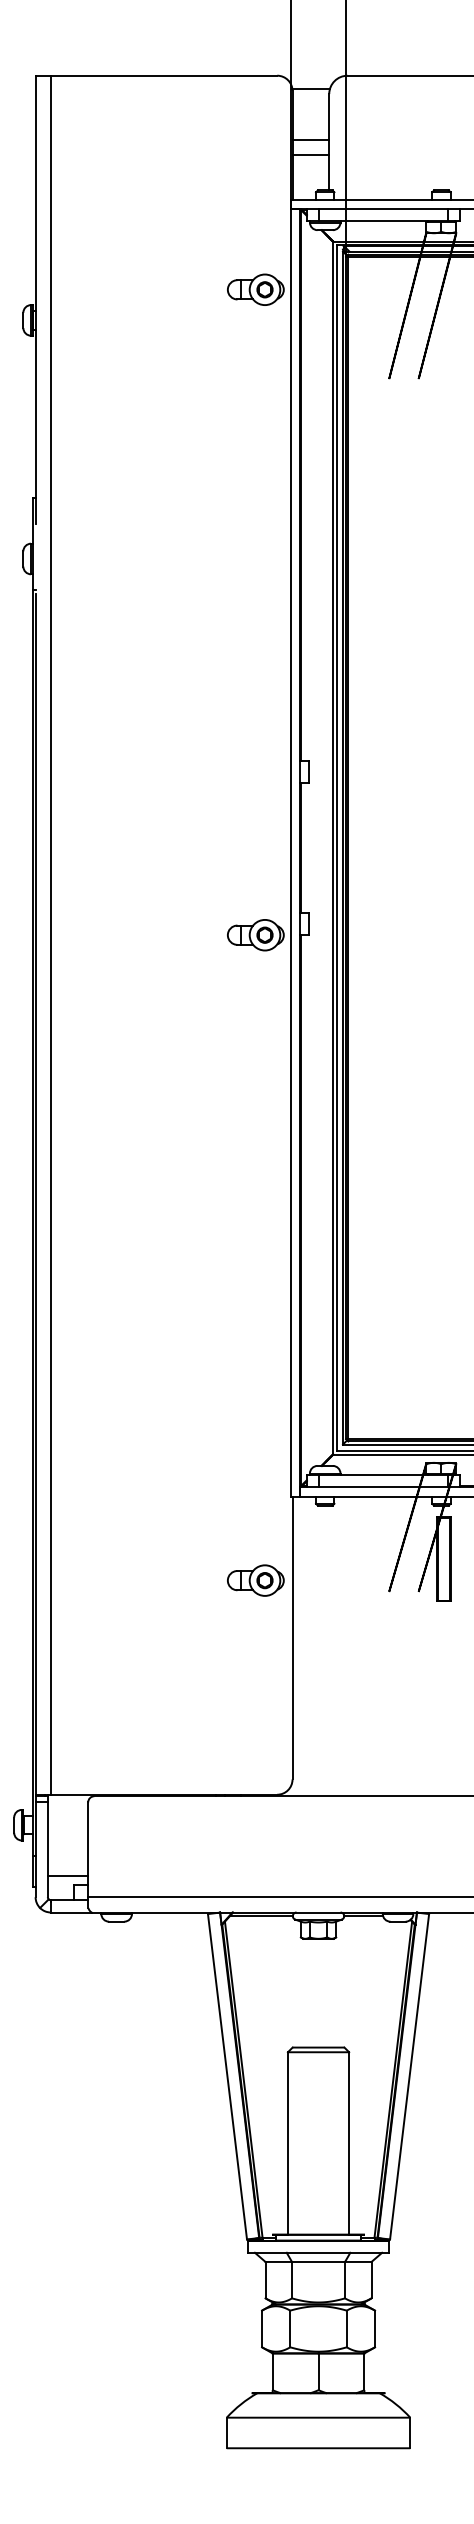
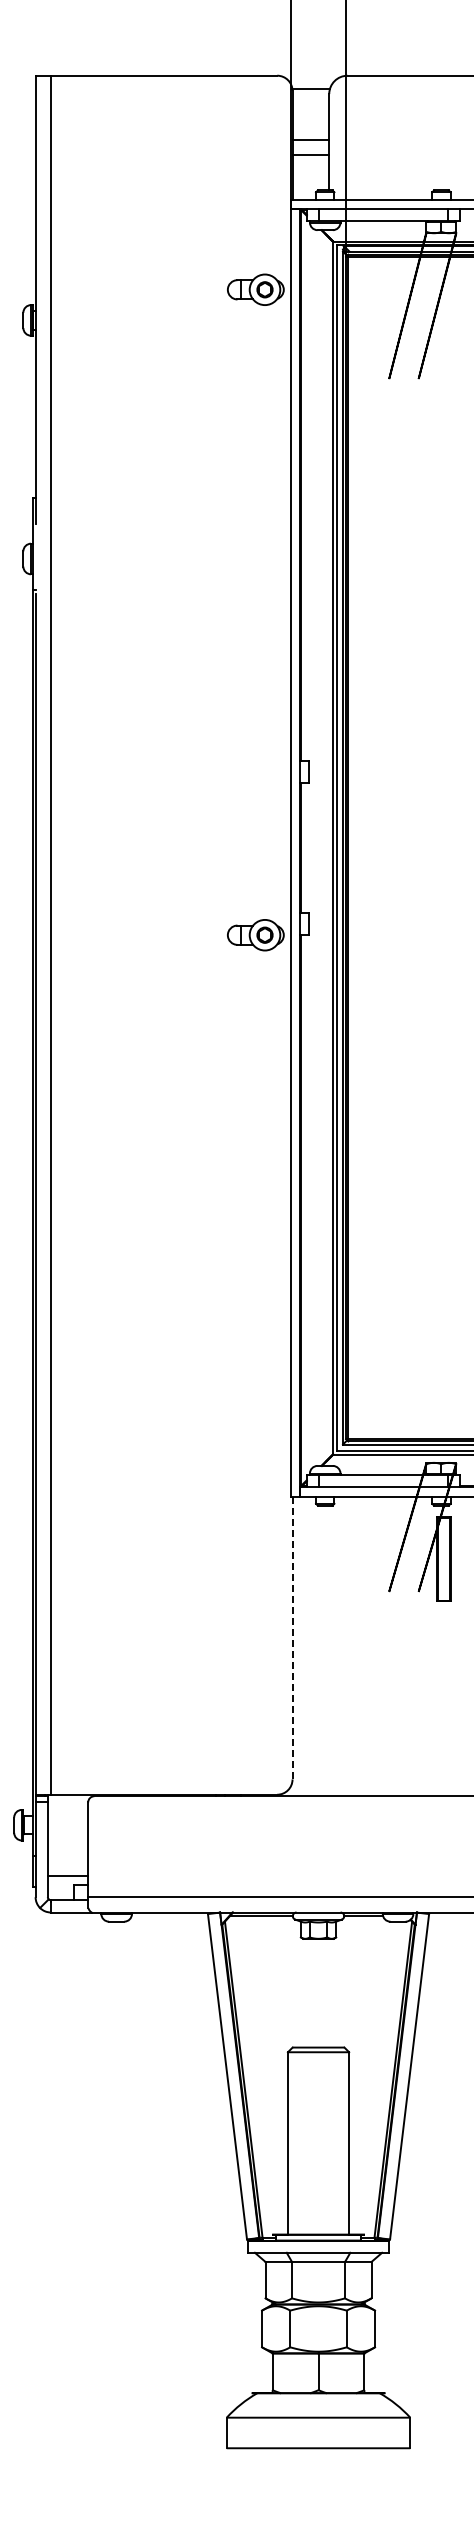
part at (255, 1580): present -> none
line at (292, 1638): solid -> dashed
